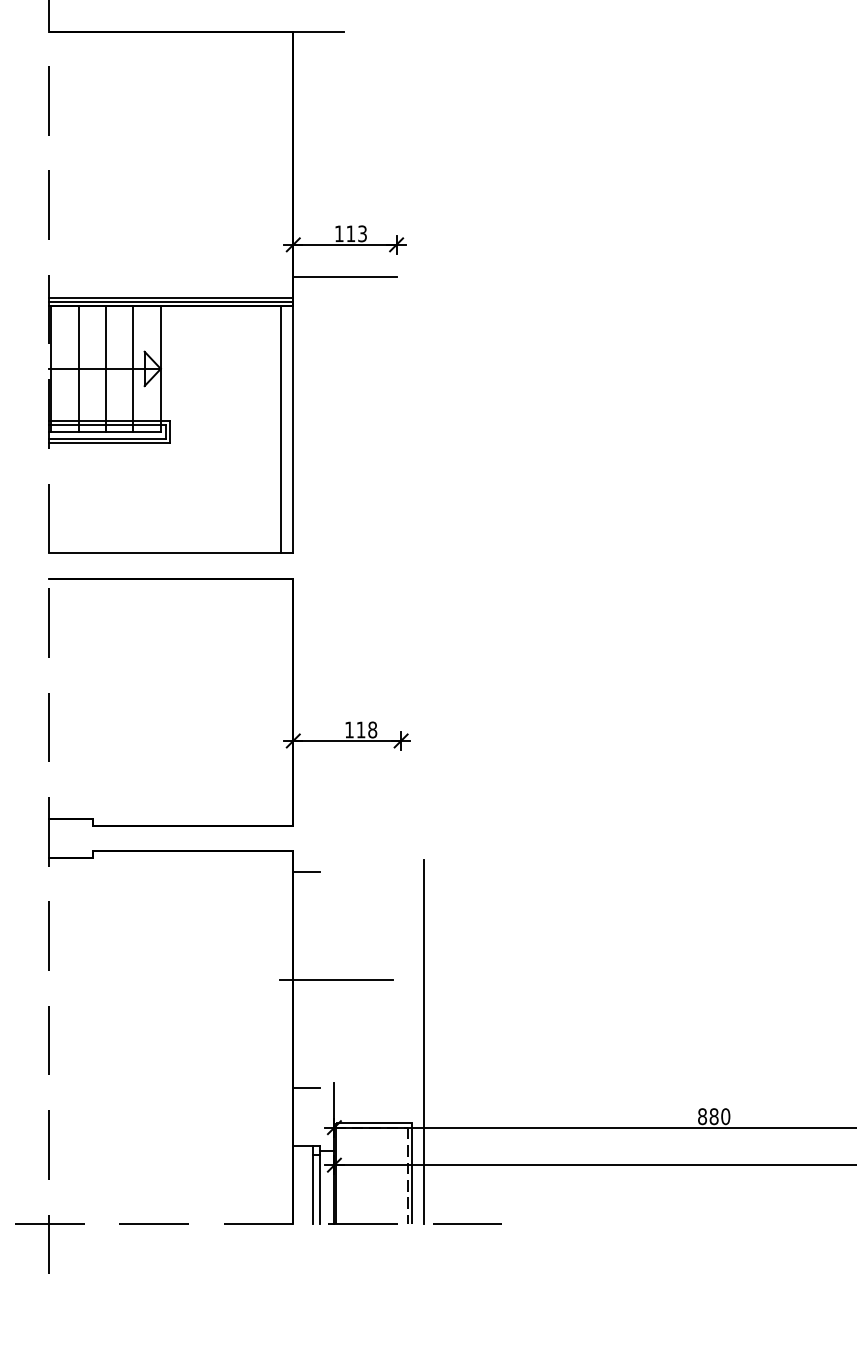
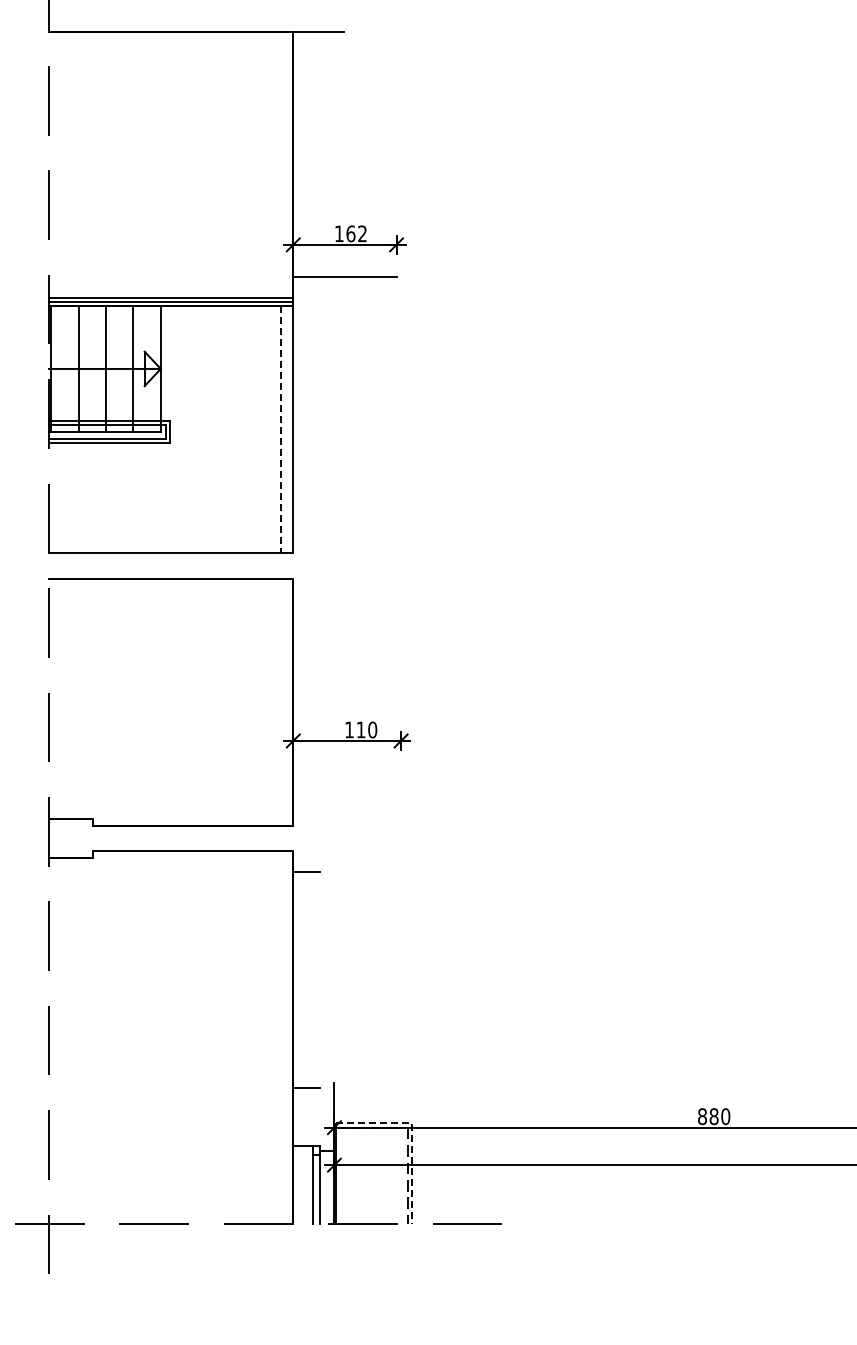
text at (356, 233): 113 -> 162
line at (281, 429): solid -> dashed
text at (372, 729): 118 -> 110
line at (336, 980): present -> none
line at (423, 1042): present -> none
line at (412, 1136): solid -> dashed
